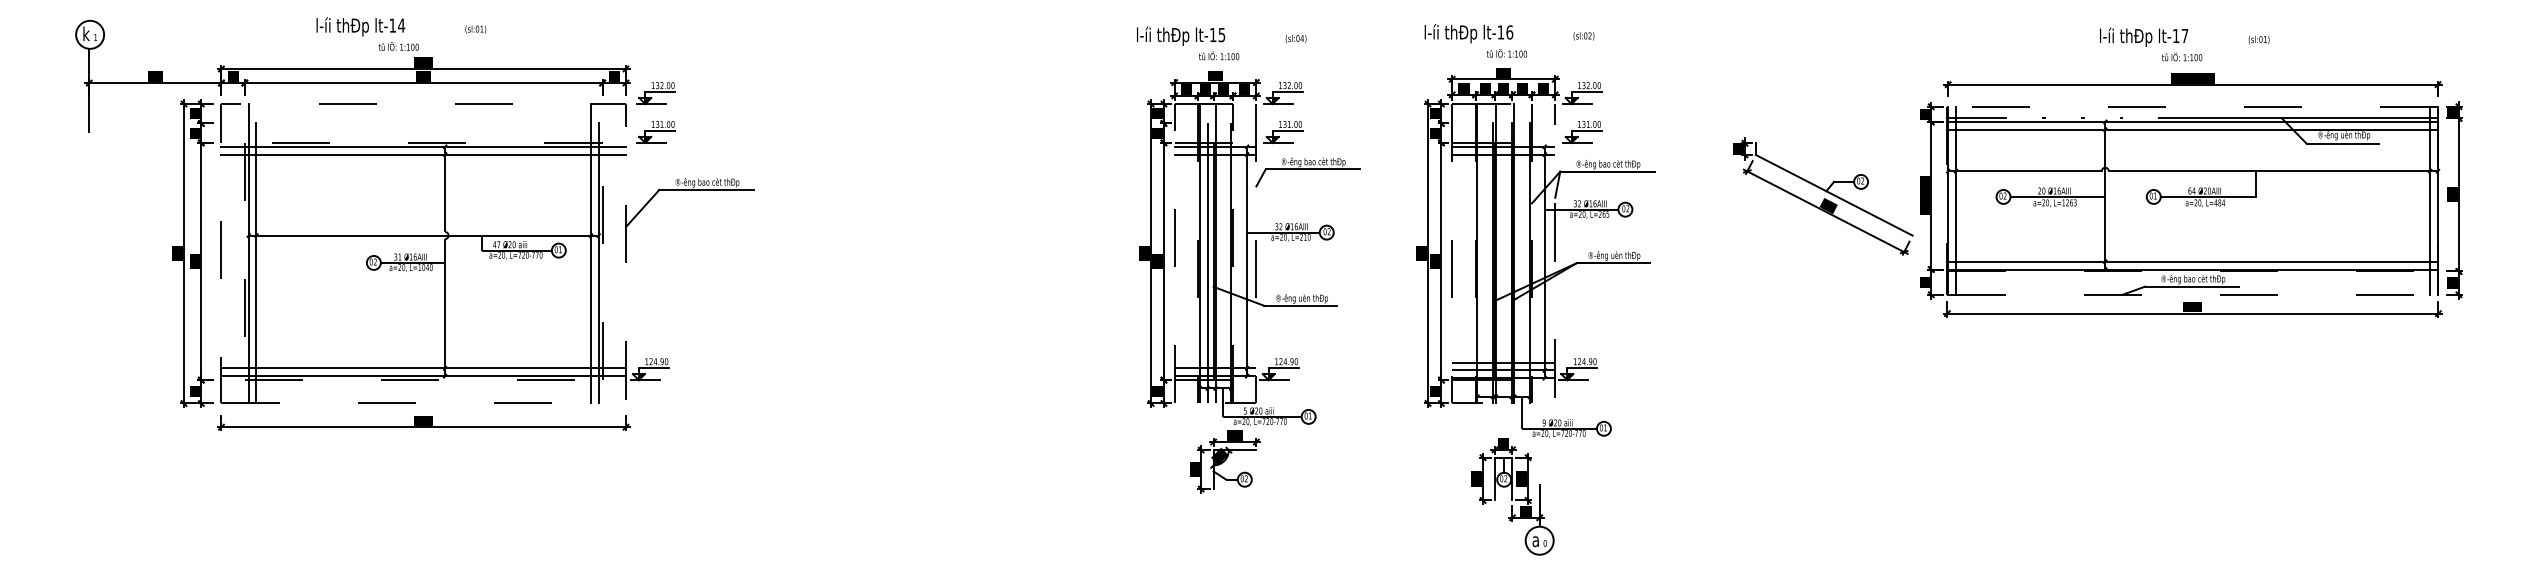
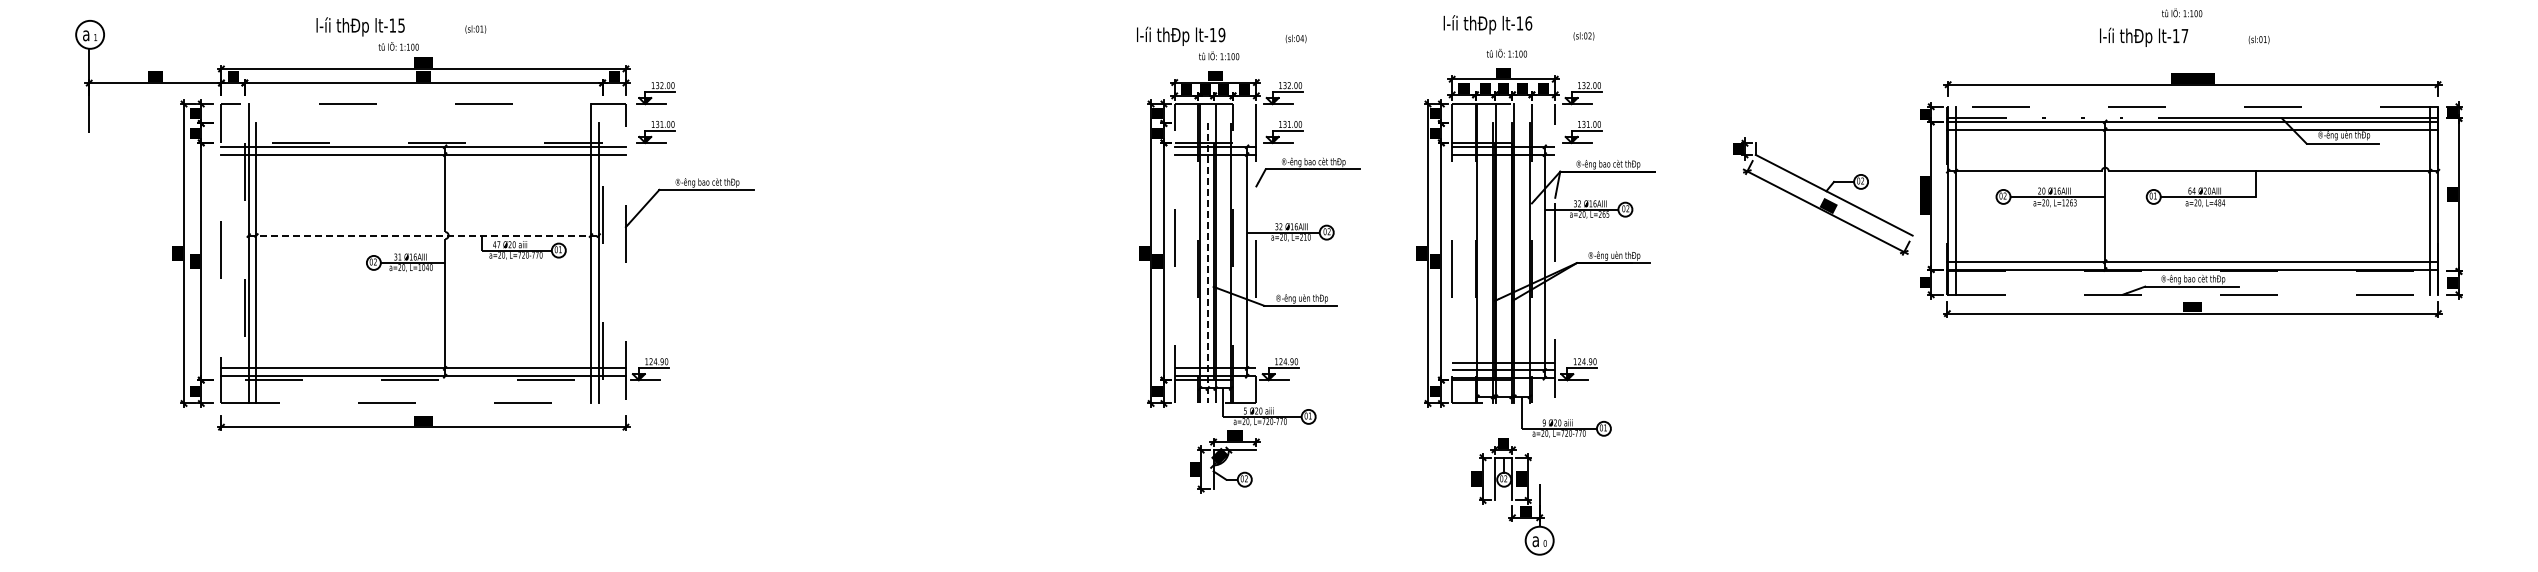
text at (401, 25): lt-14 -> lt-15
text at (86, 33): k -> a
text at (1468, 33) position: (1468, 33) -> (1487, 24)
text at (1221, 34): lt-15 -> lt-19
text at (2182, 56) position: (2182, 56) -> (2182, 12)
line at (424, 235): solid -> dashed
line at (1207, 263): solid -> dashed
